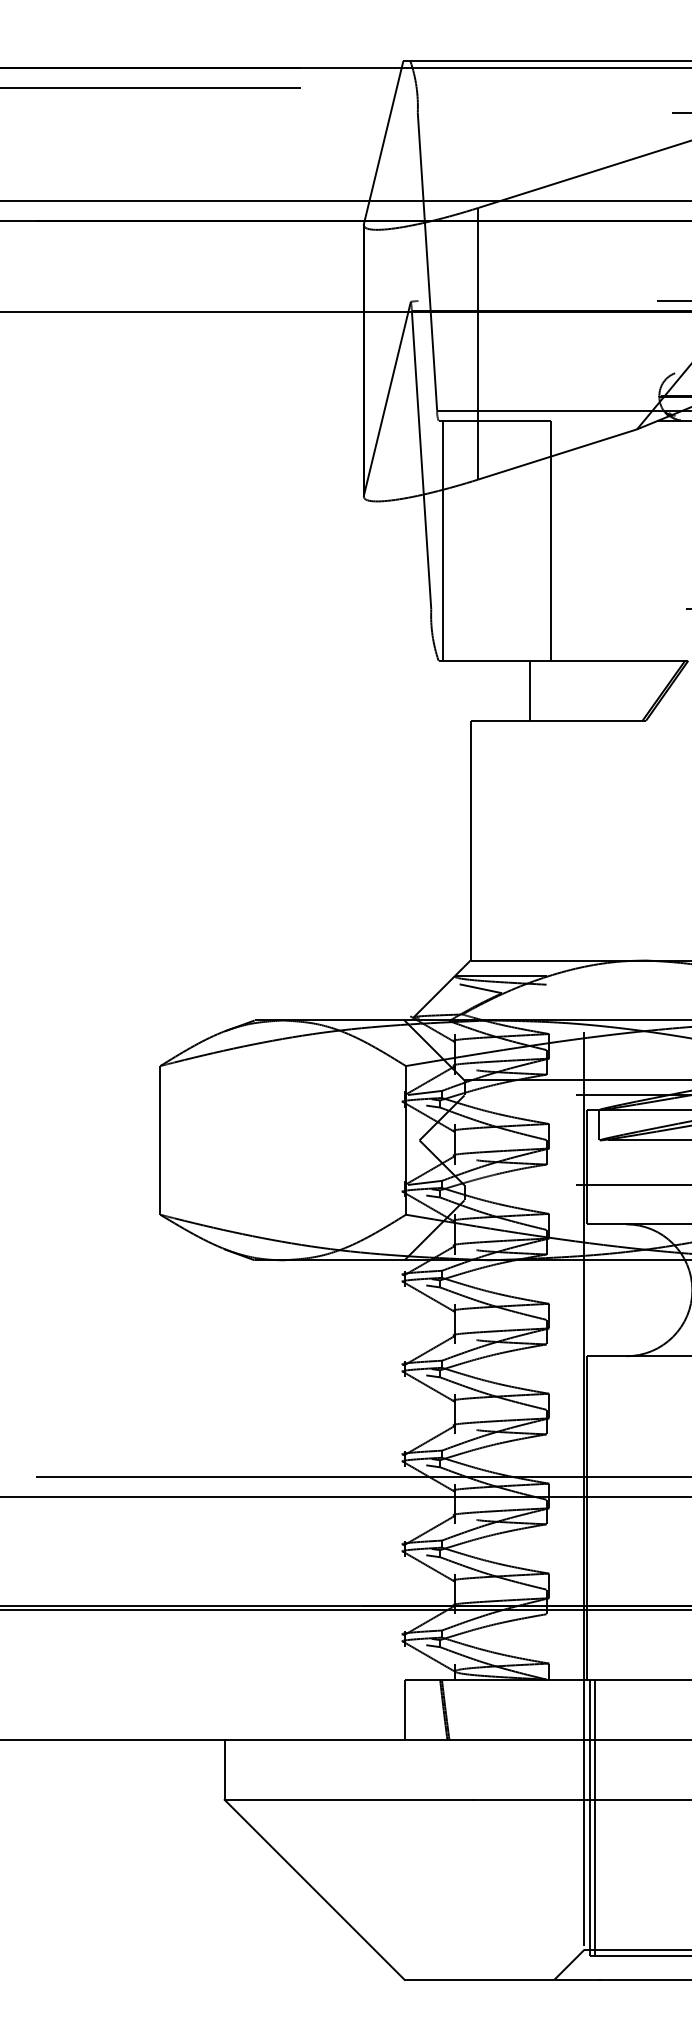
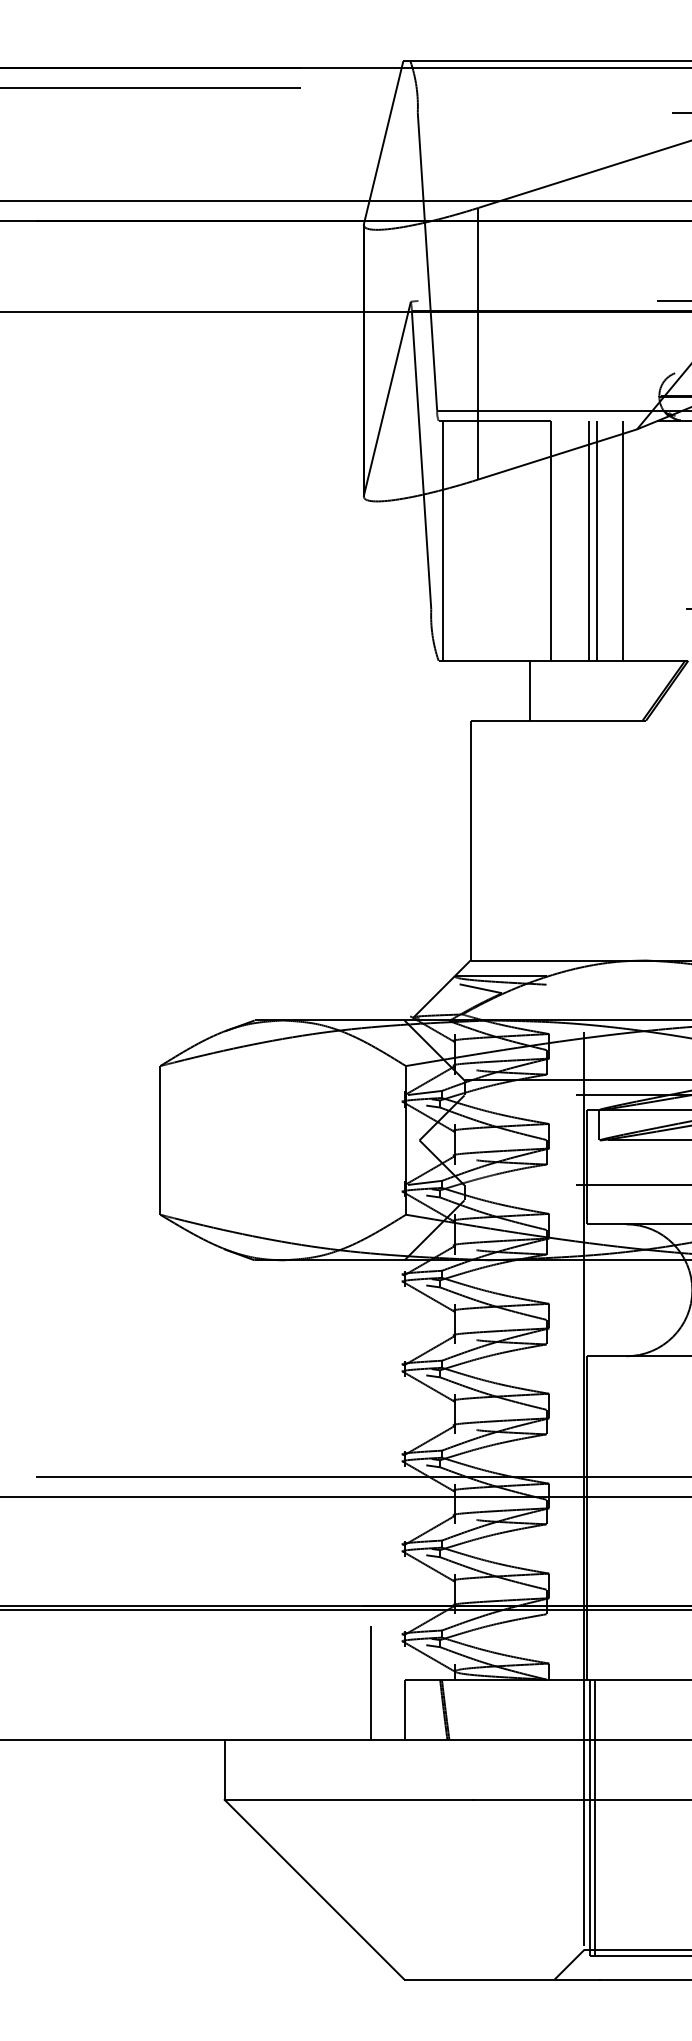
line at (589, 540): none -> present
line at (596, 540): none -> present
line at (623, 540): none -> present
line at (371, 1682): none -> present
